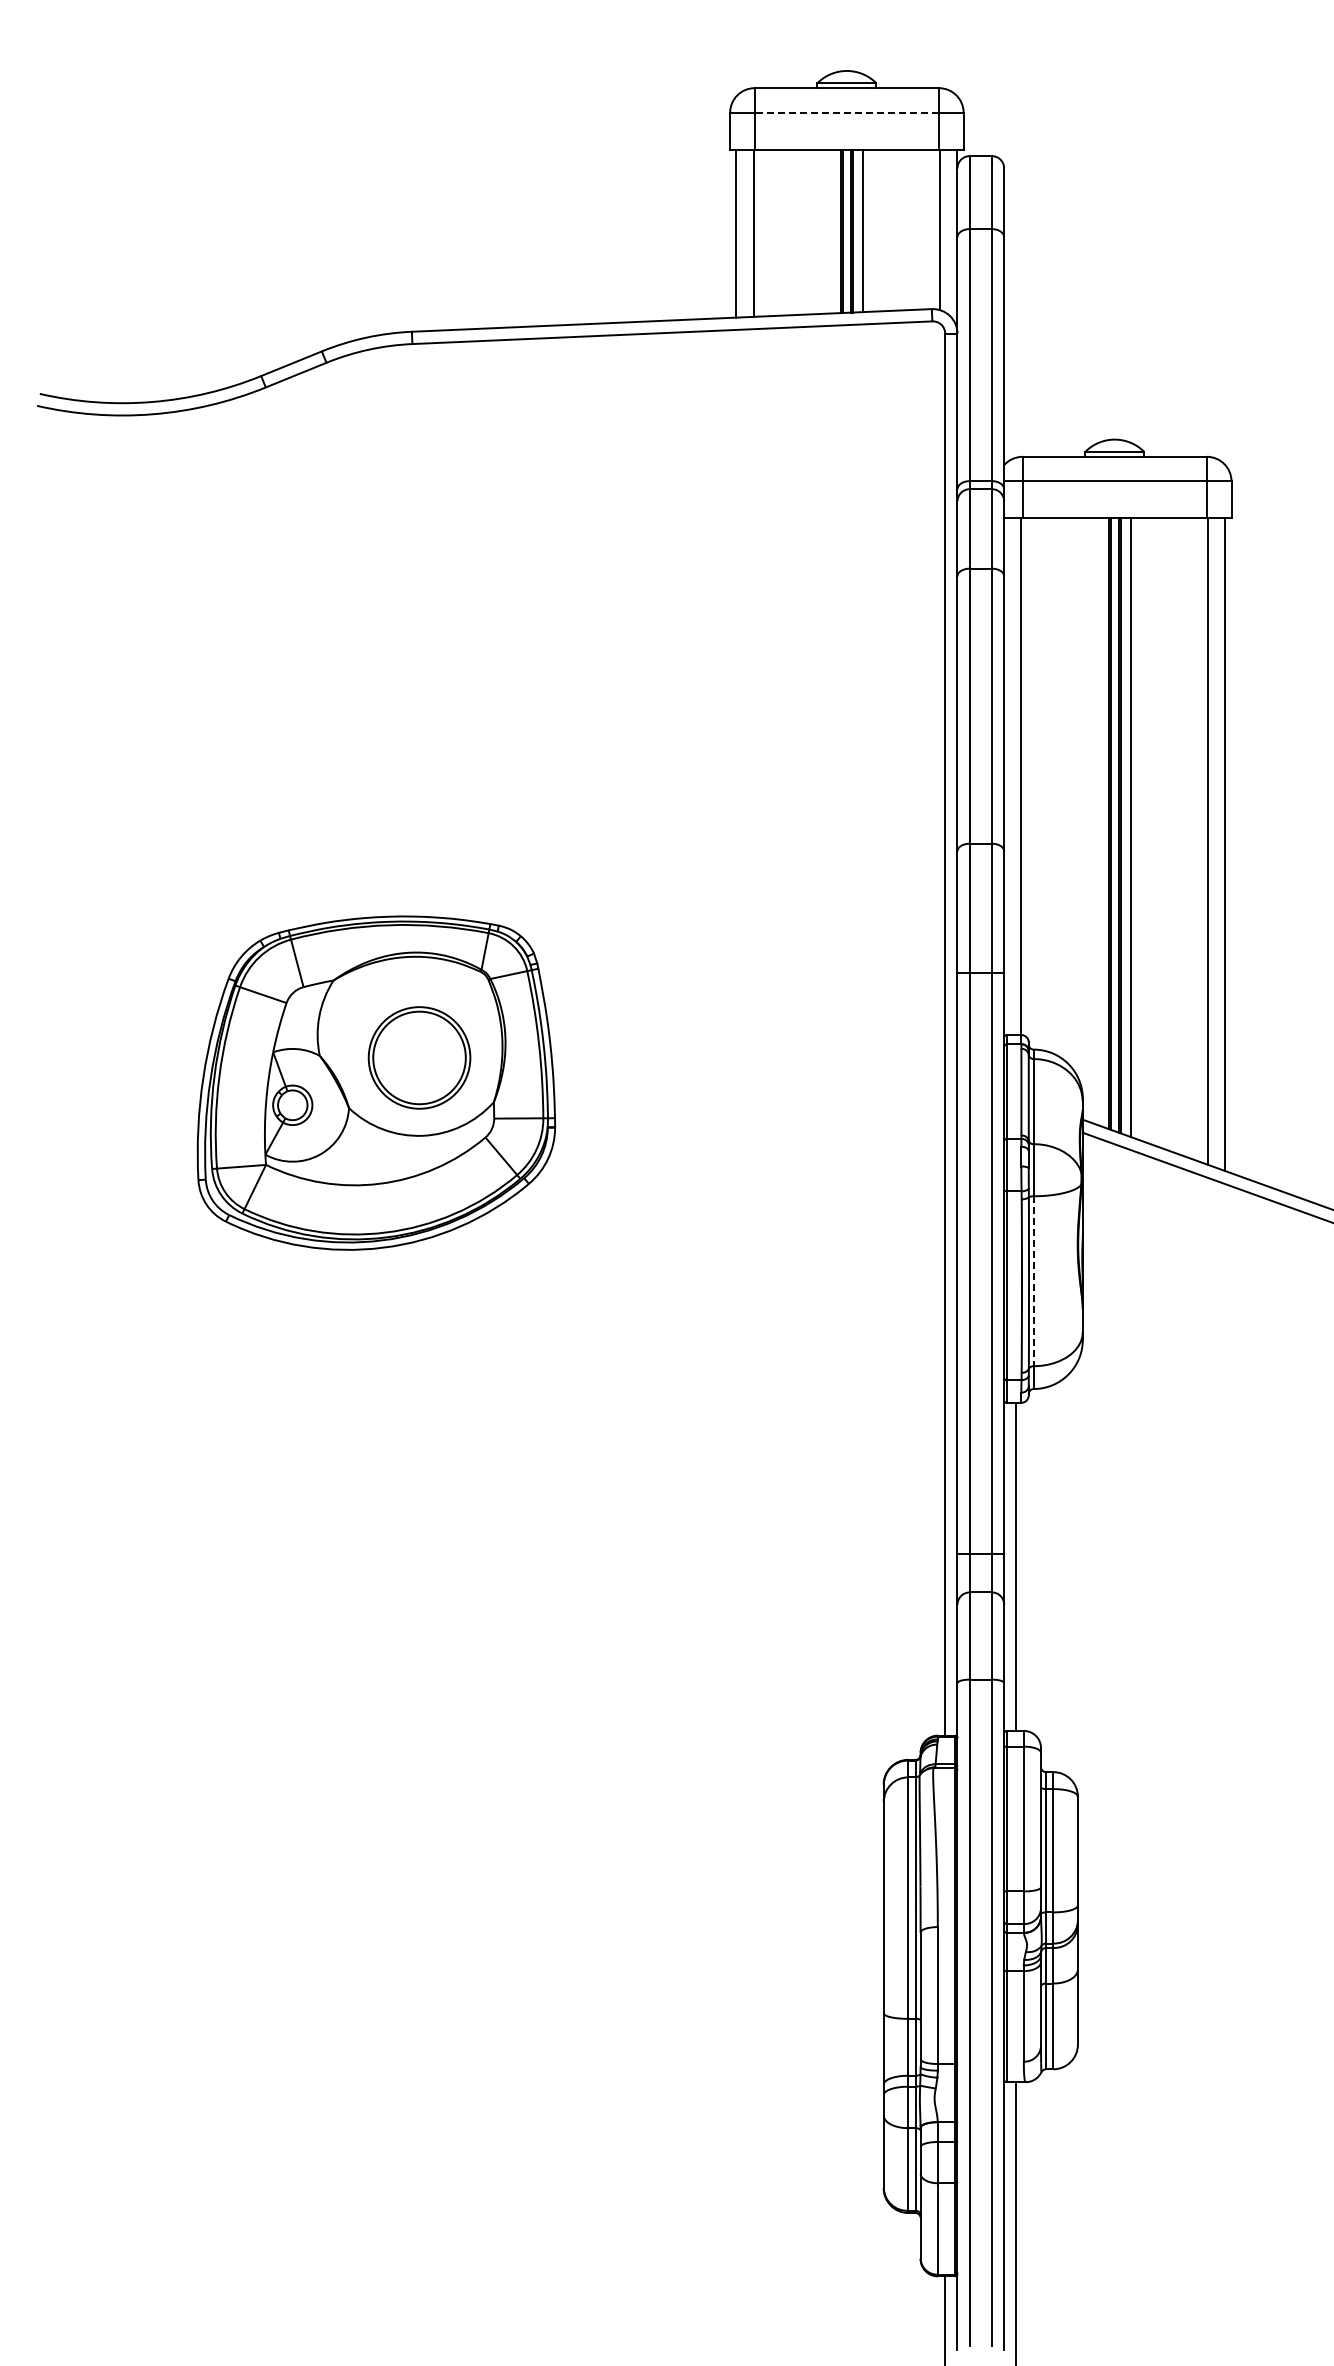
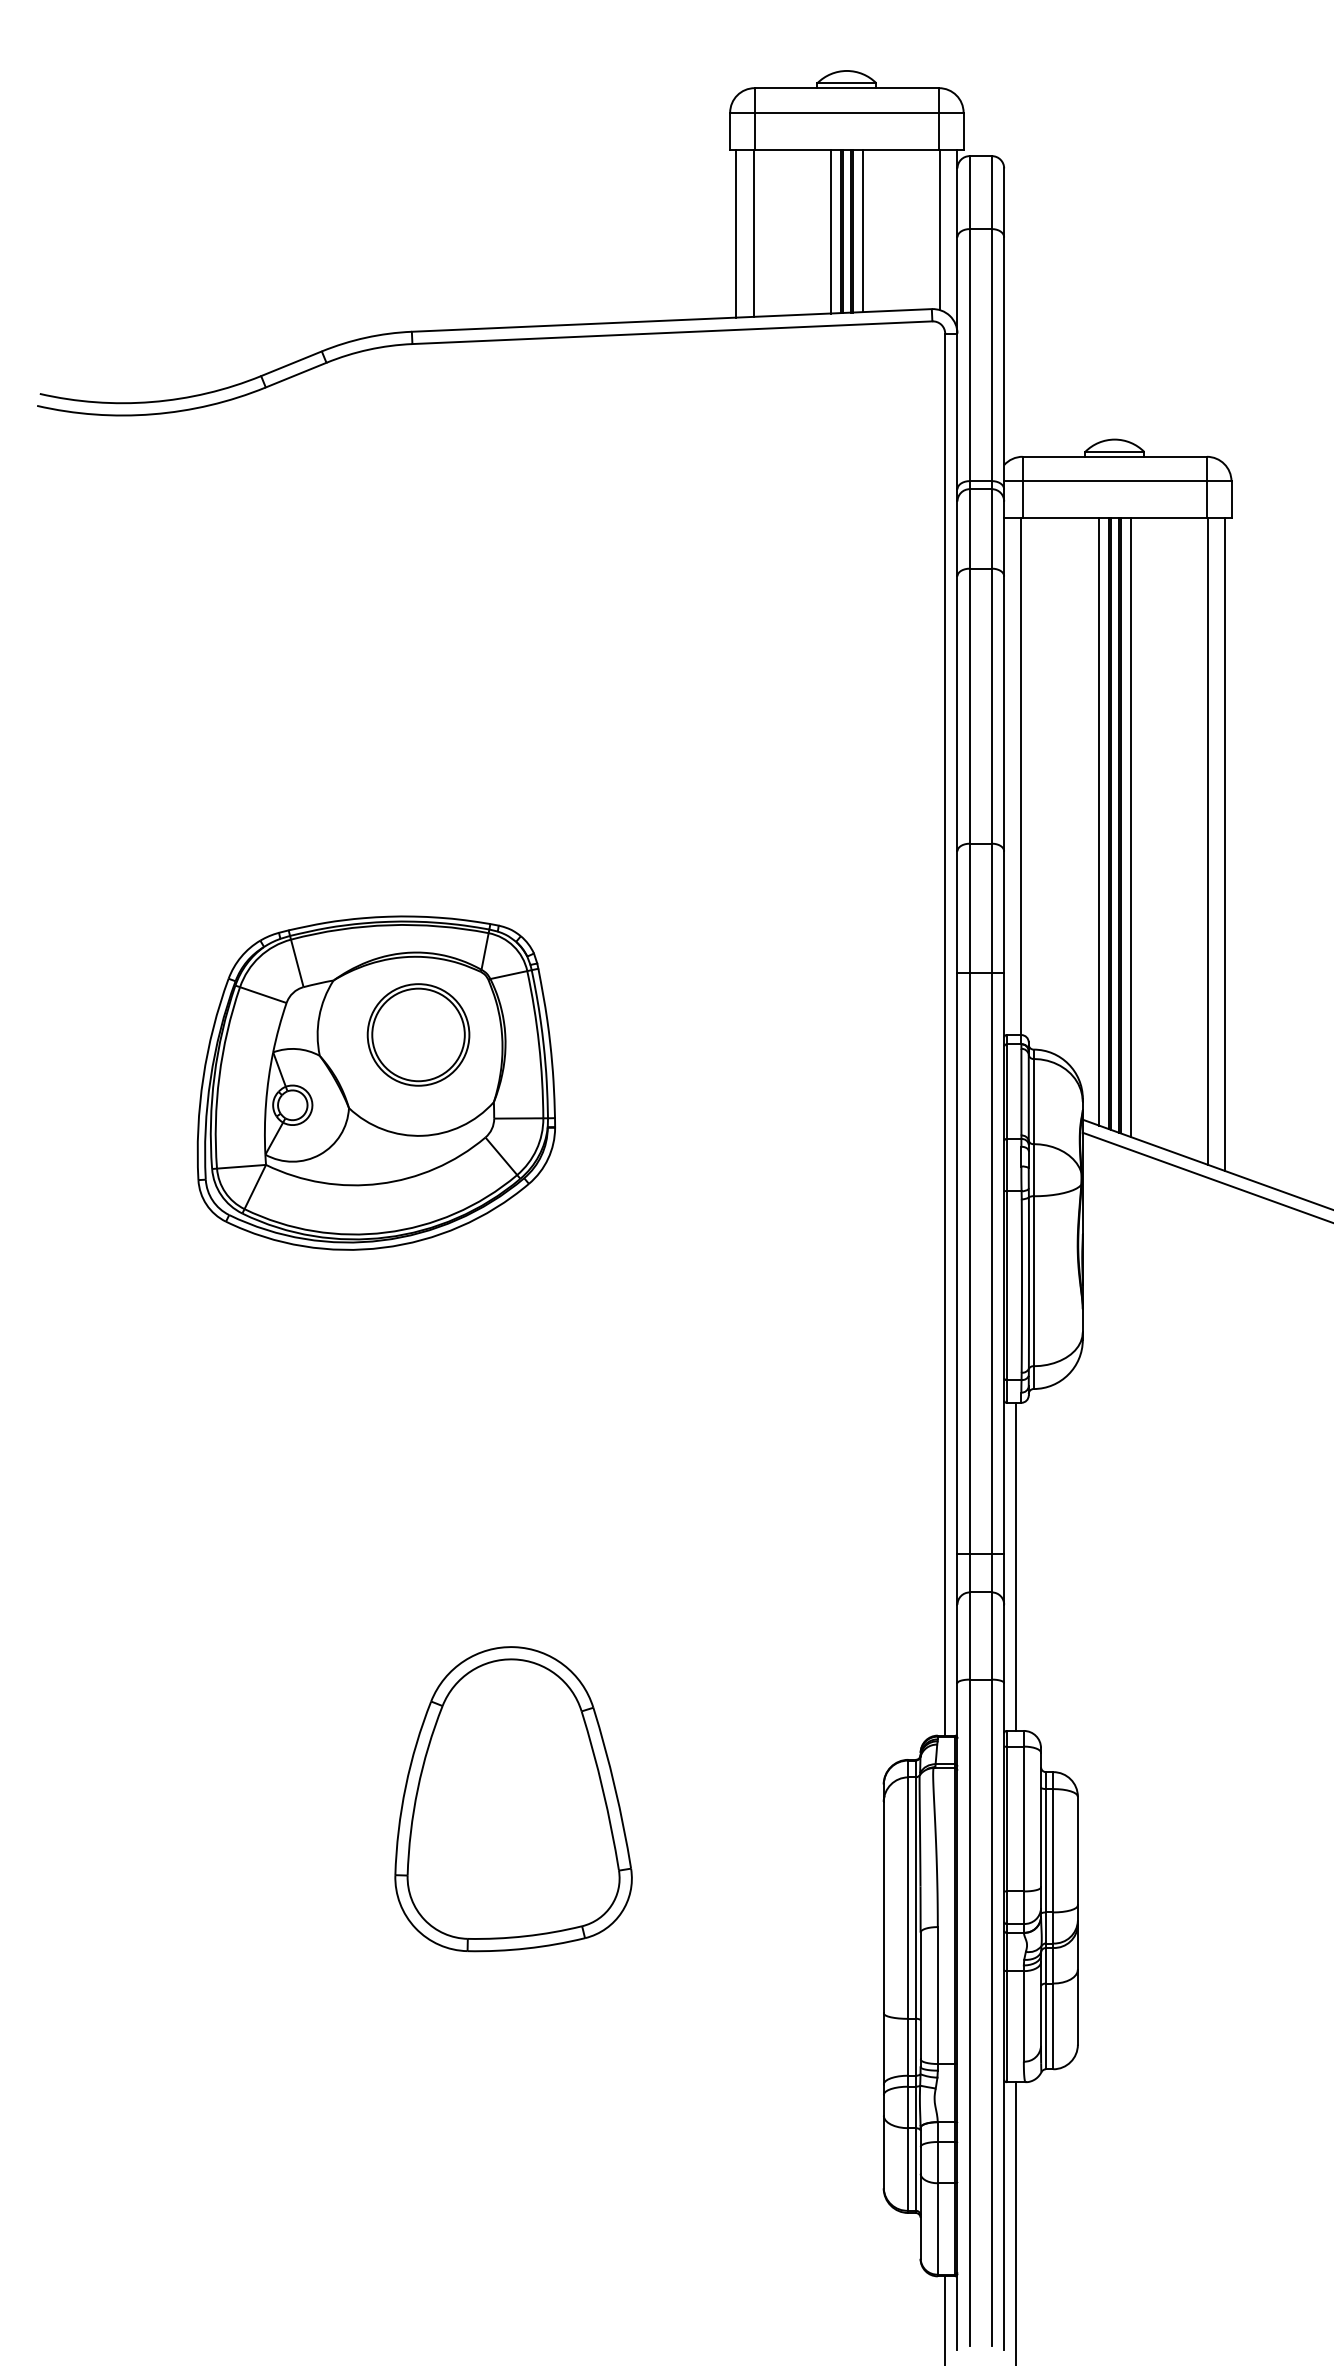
line at (846, 112): dashed -> solid
line at (831, 231): none -> present
line at (1099, 821): none -> present
part at (419, 1057) position: (419, 1057) -> (418, 1034)
line at (1033, 1281): dashed -> solid
part at (513, 1799): none -> present
